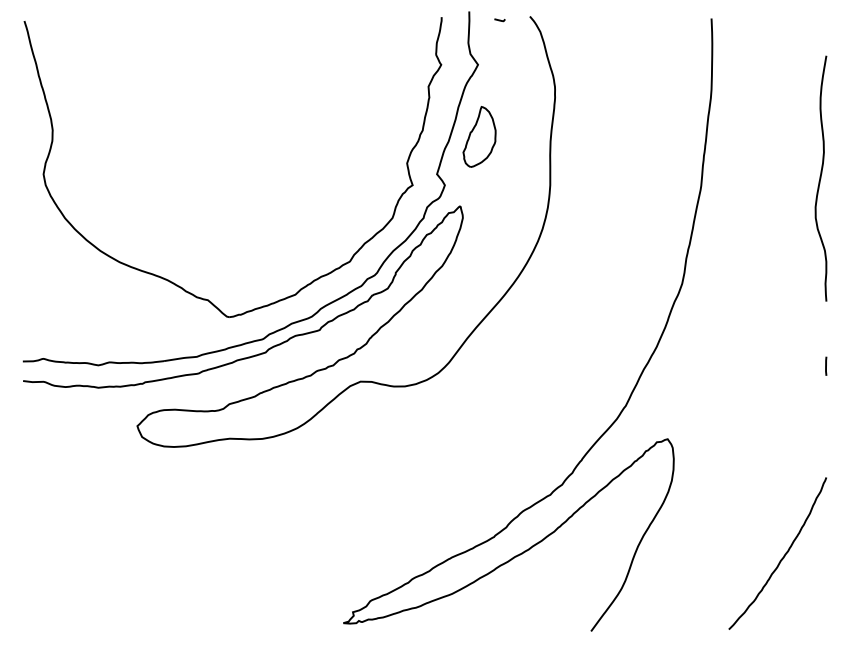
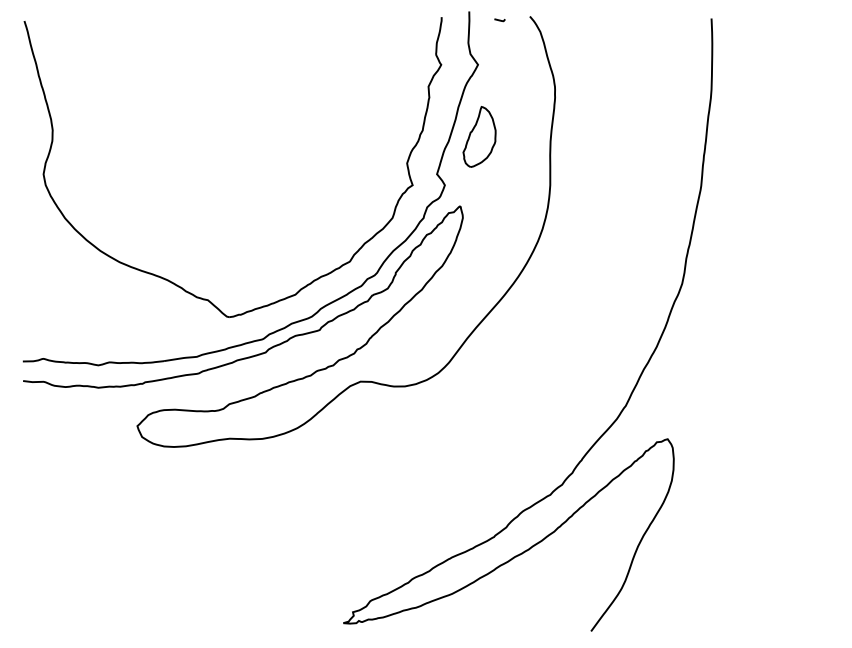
curve at (820, 178): present -> none
line at (826, 365): present -> none
curve at (783, 555): present -> none
